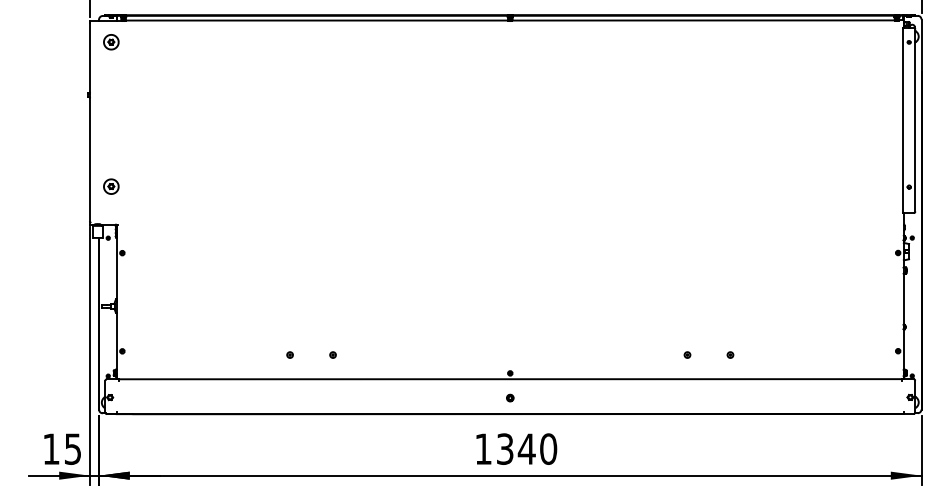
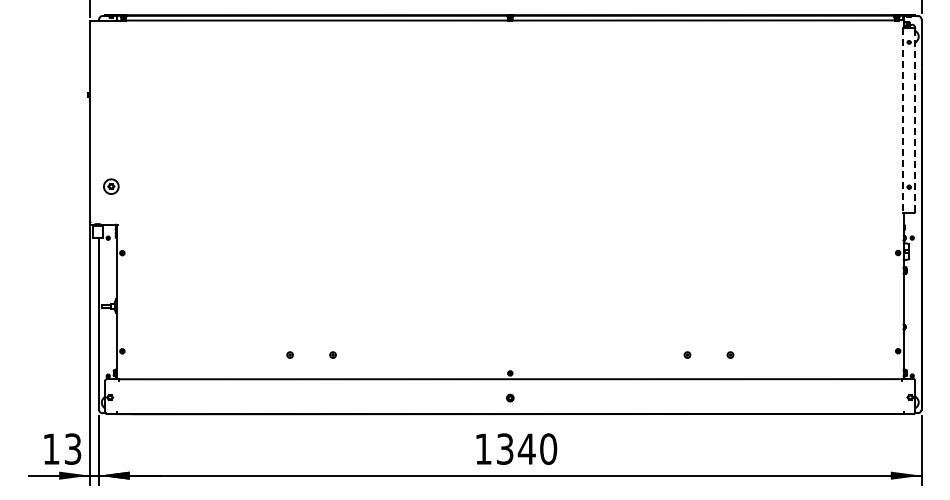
part at (111, 42): present -> none
line at (915, 119): solid -> dashed
line at (903, 120): solid -> dashed
text at (73, 448): 15 -> 13
